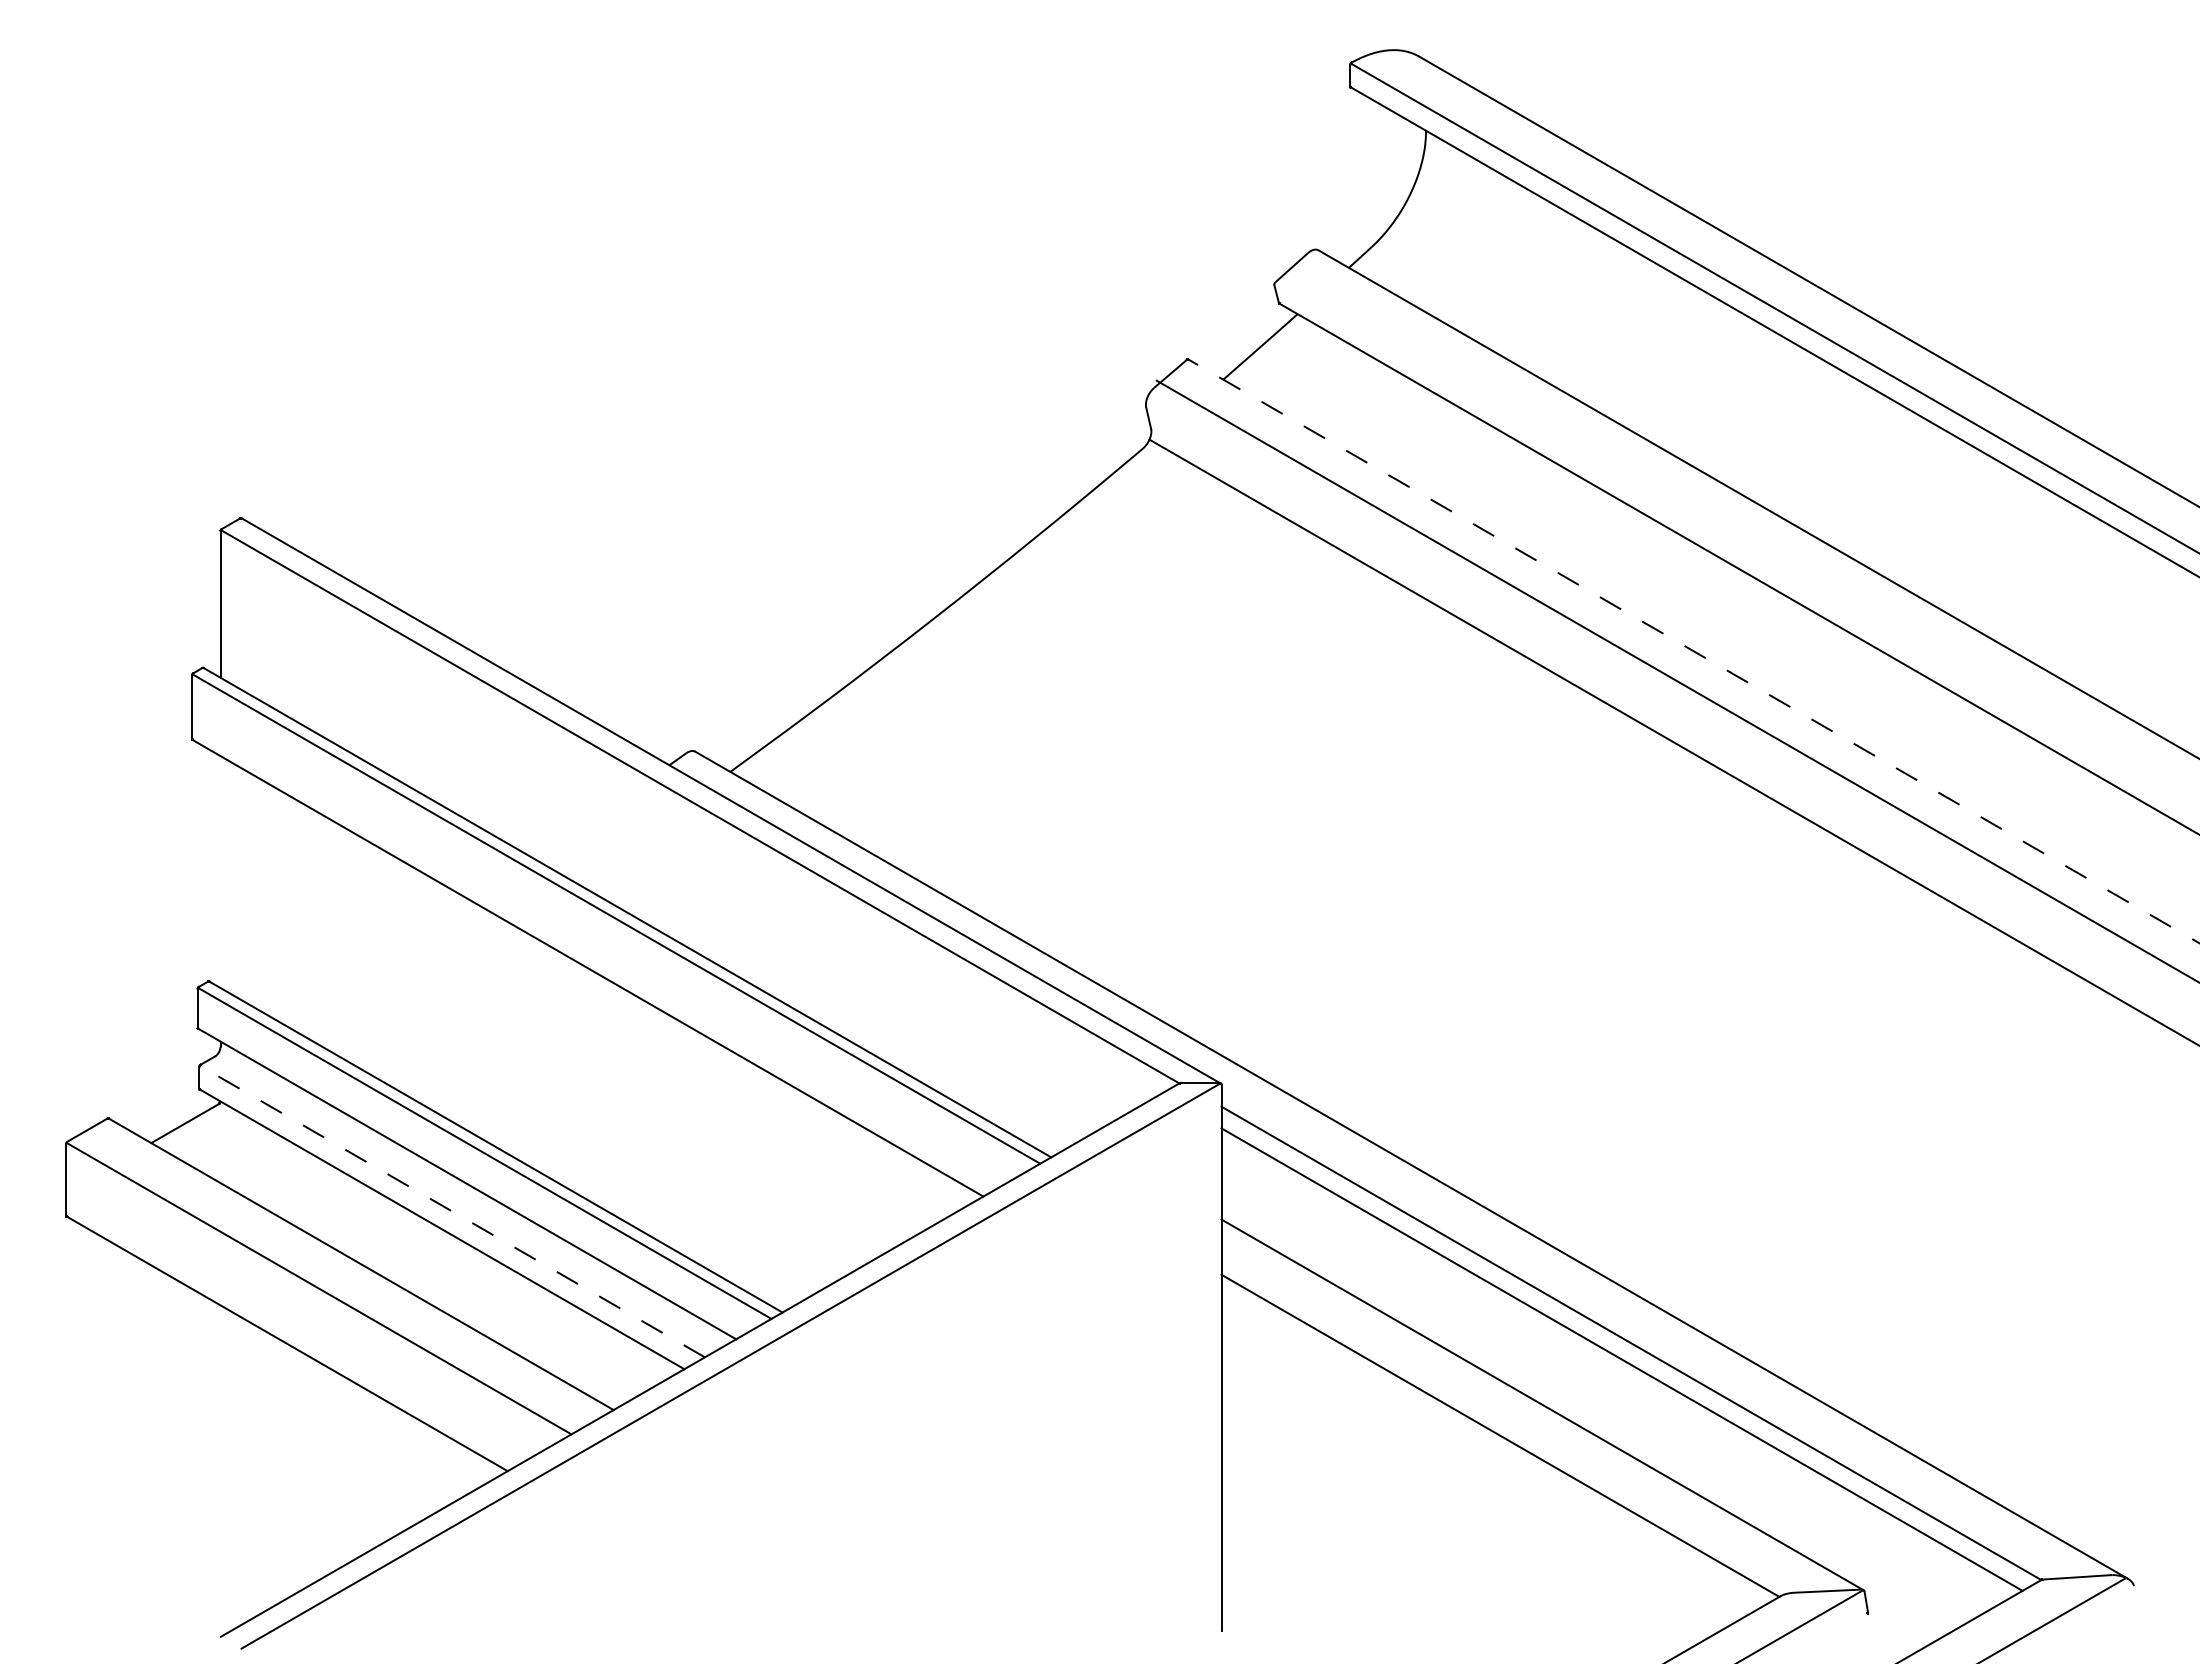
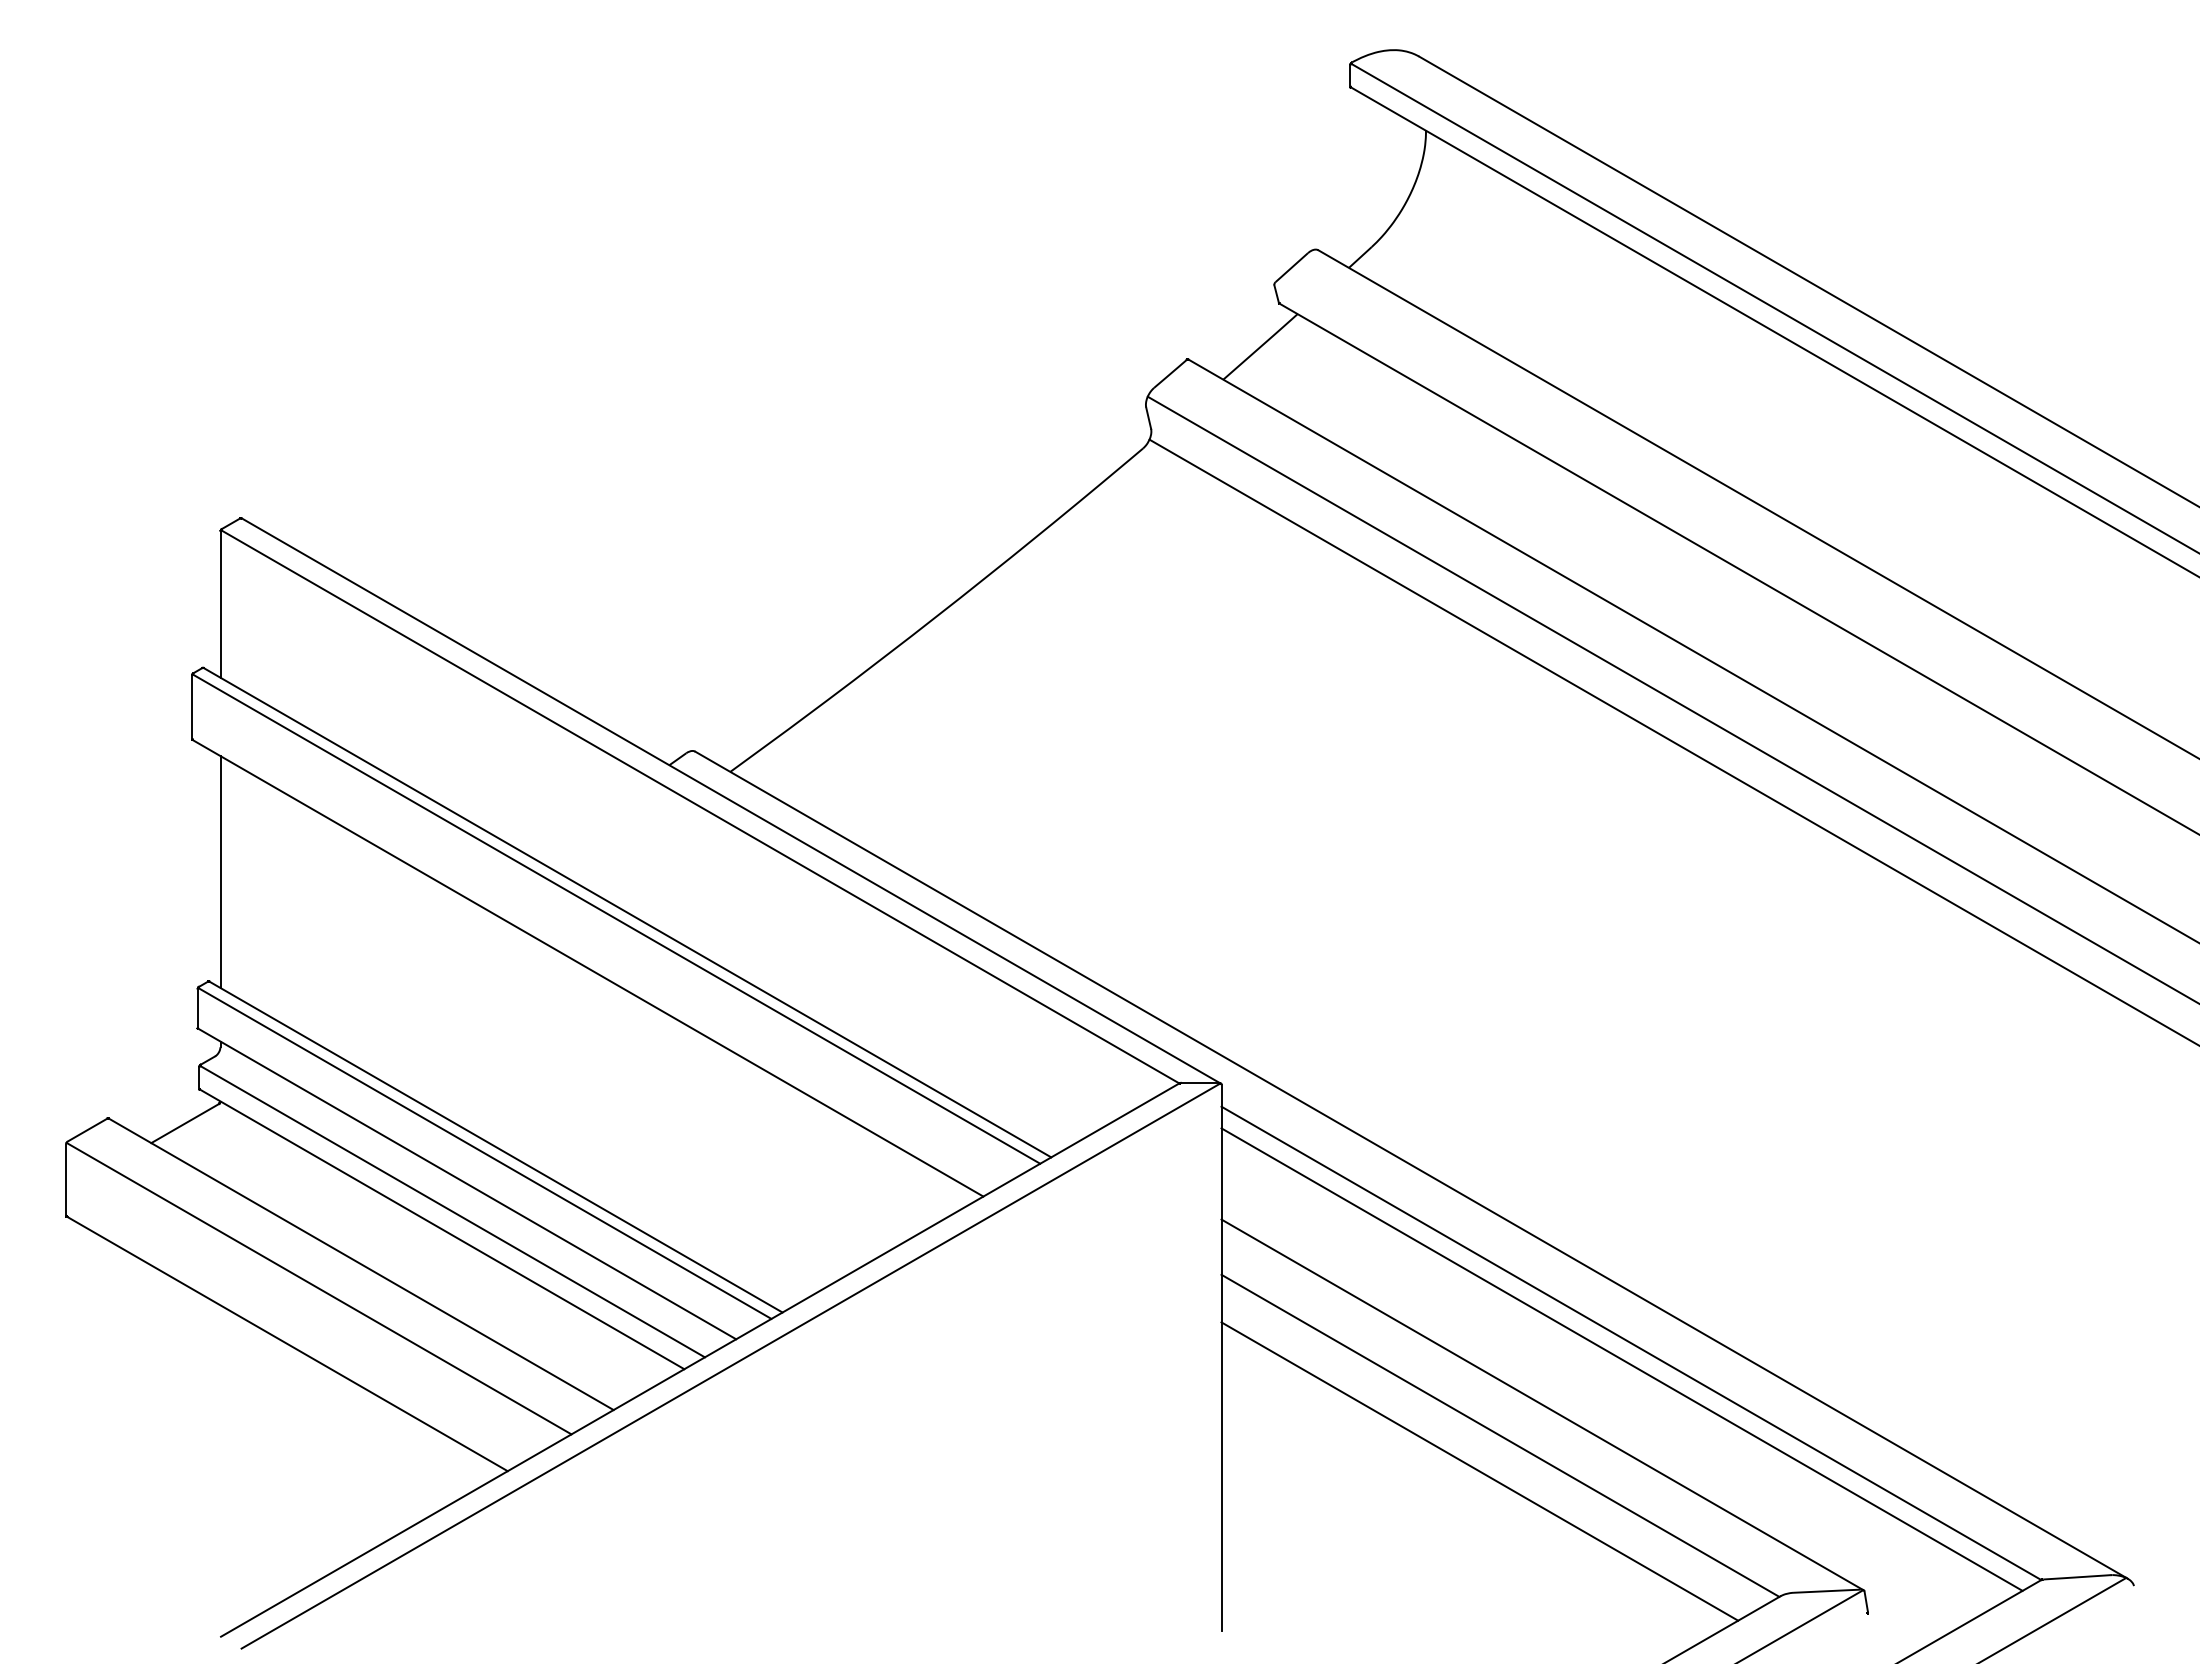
line at (1694, 651): dashed -> solid
line at (1676, 680) position: (1676, 680) -> (1671, 699)
line at (220, 872): none -> present
line at (452, 1211): dashed -> solid
line at (1479, 1471): none -> present
